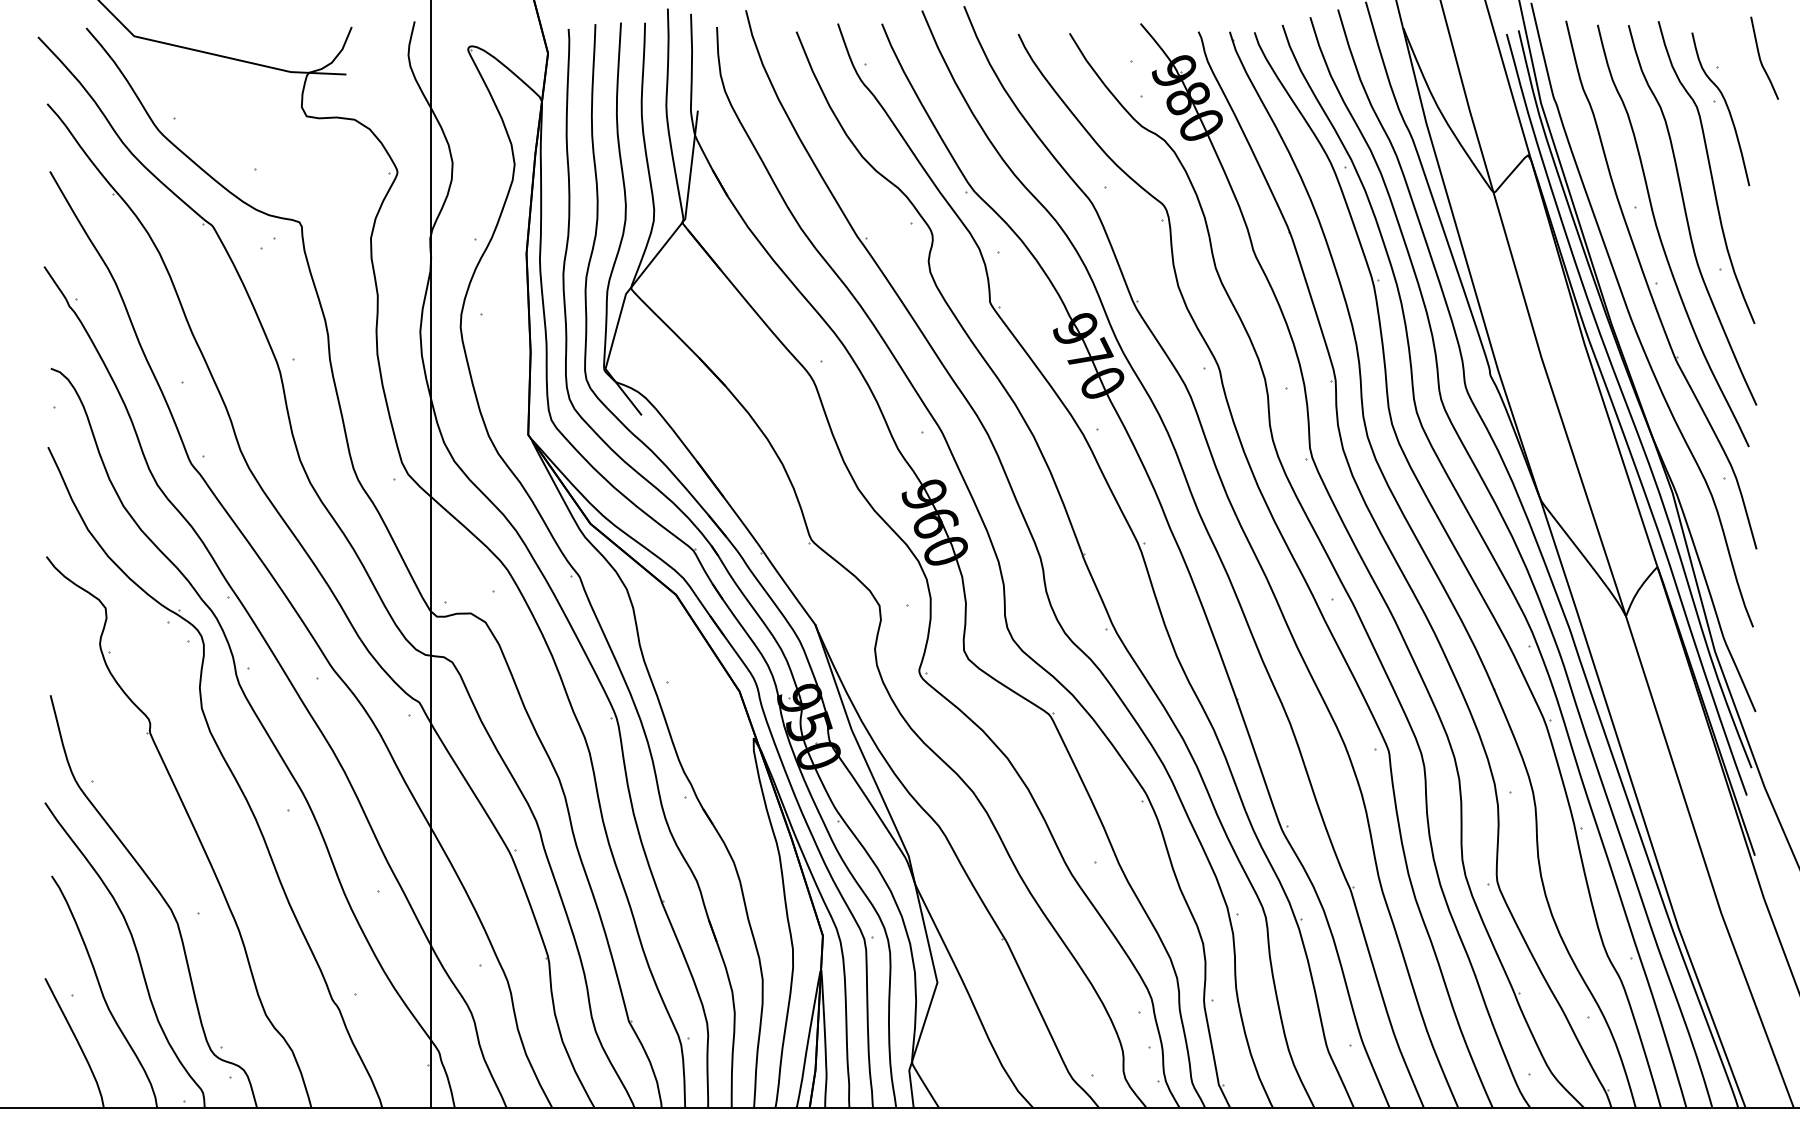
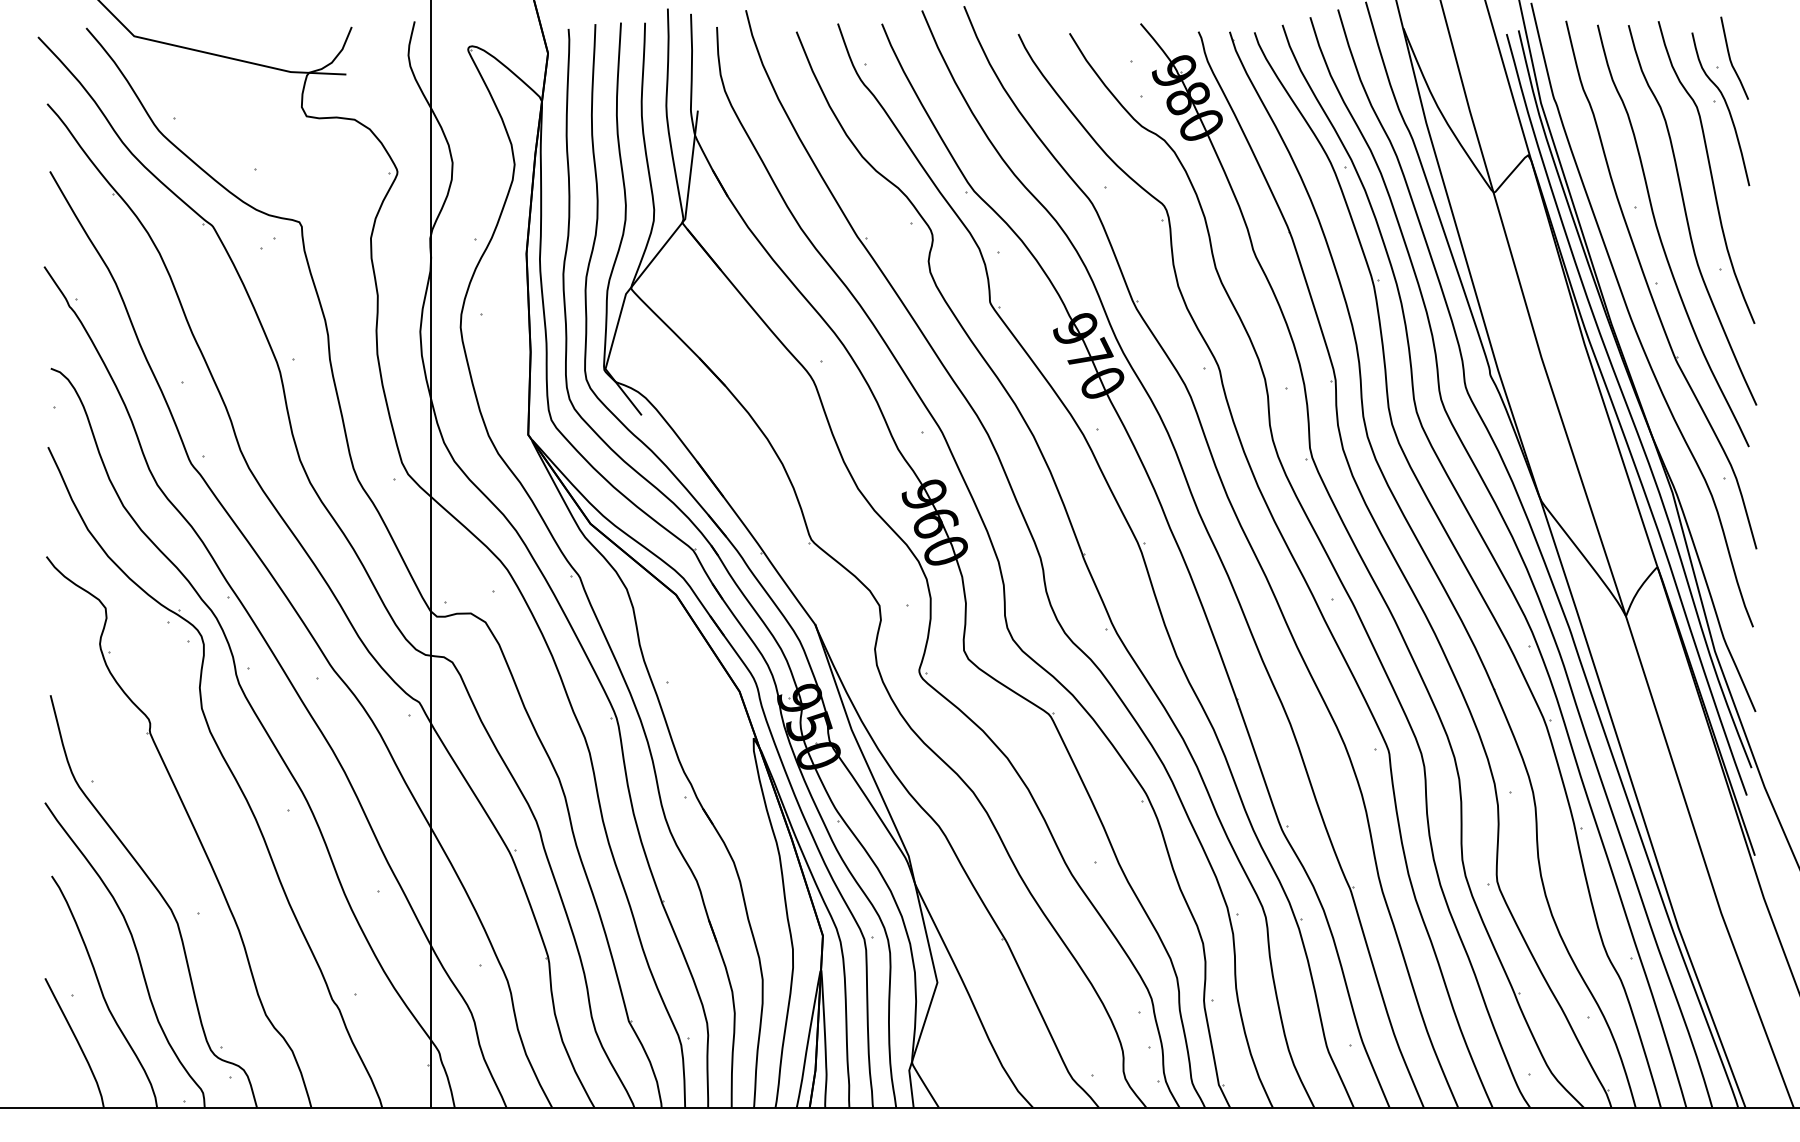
curve at (1761, 59) position: (1761, 59) -> (1731, 59)
